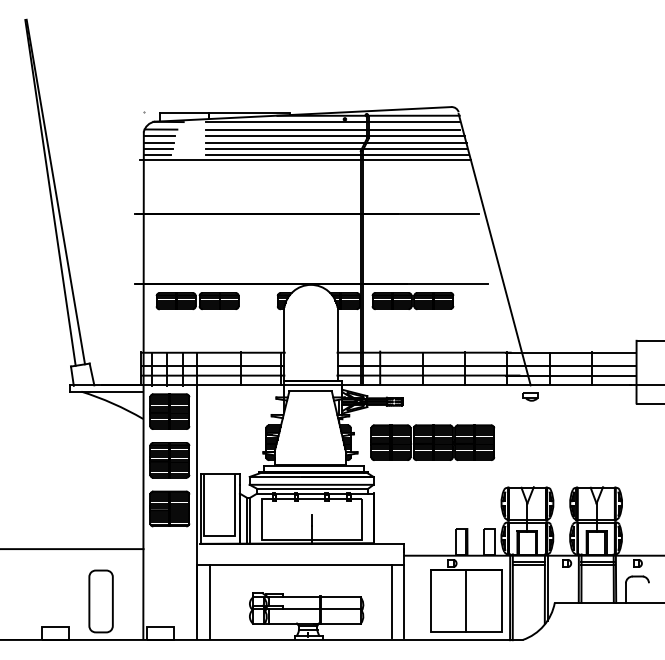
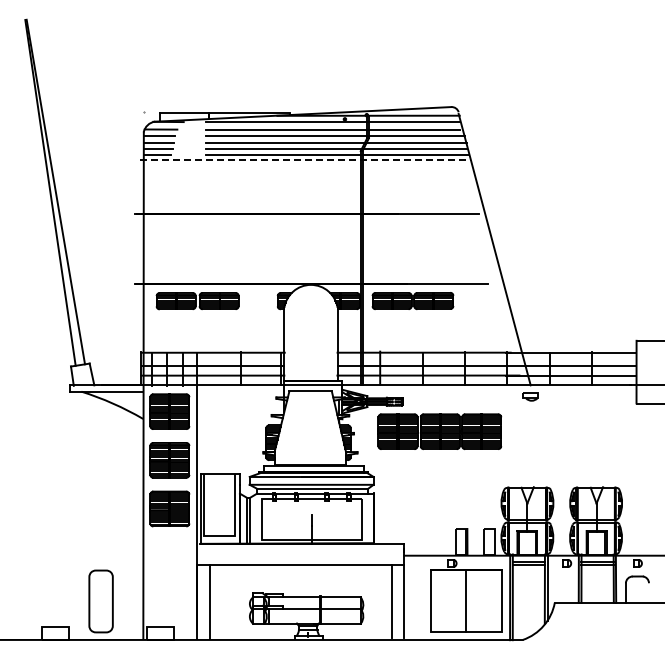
line at (305, 159): solid -> dashed
part at (432, 442) position: (432, 442) -> (439, 431)
line at (72, 549): present -> none
